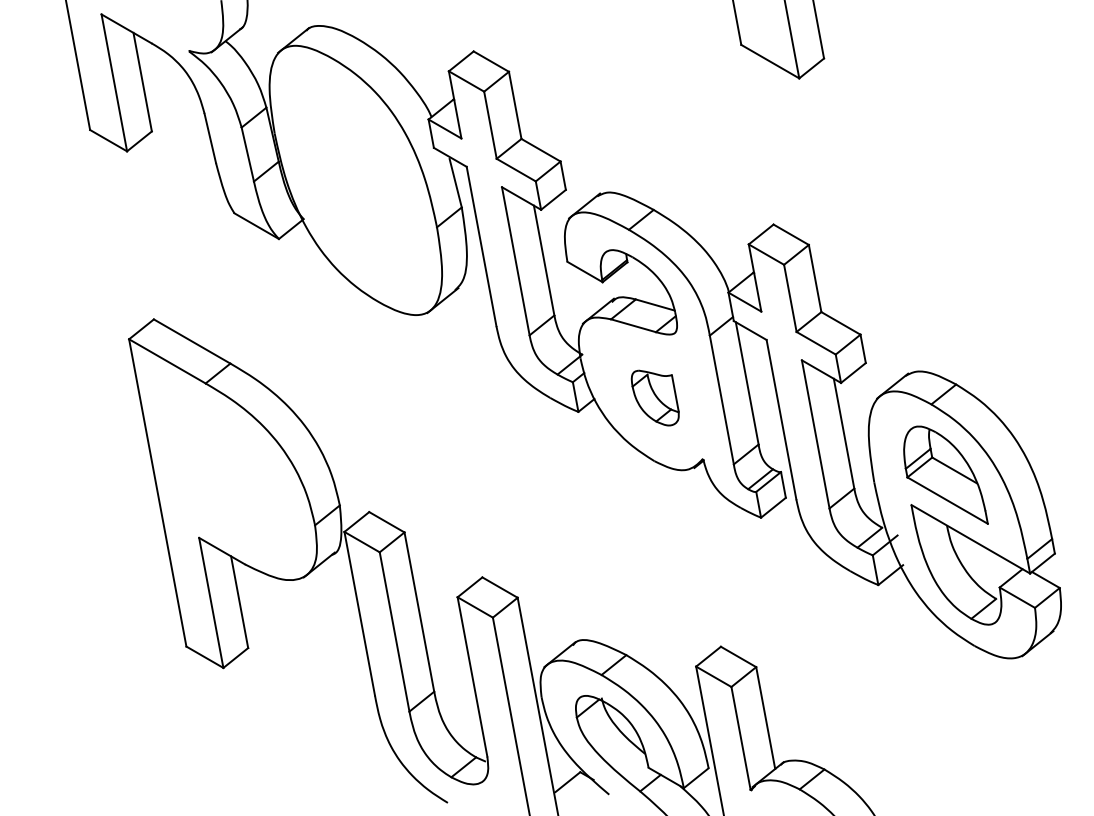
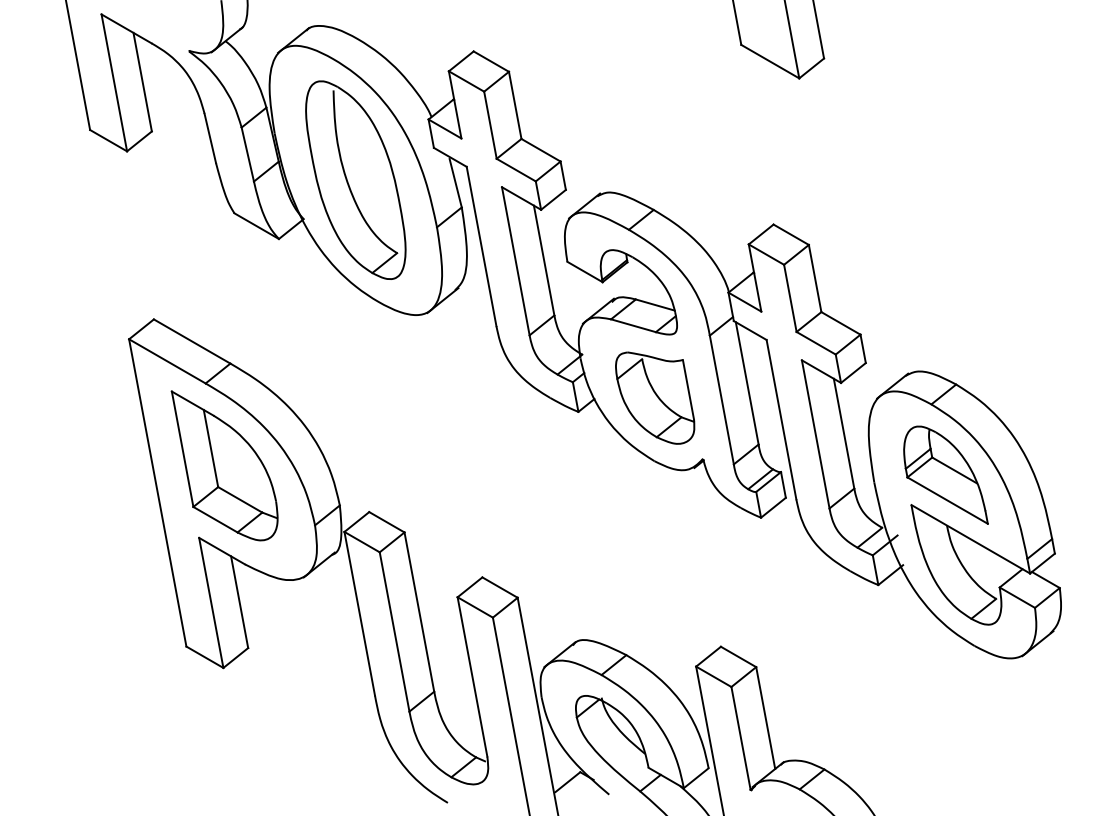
part at (355, 179): none -> present
part at (654, 397) size: 50x58 px -> 81x94 px
part at (224, 465): none -> present
